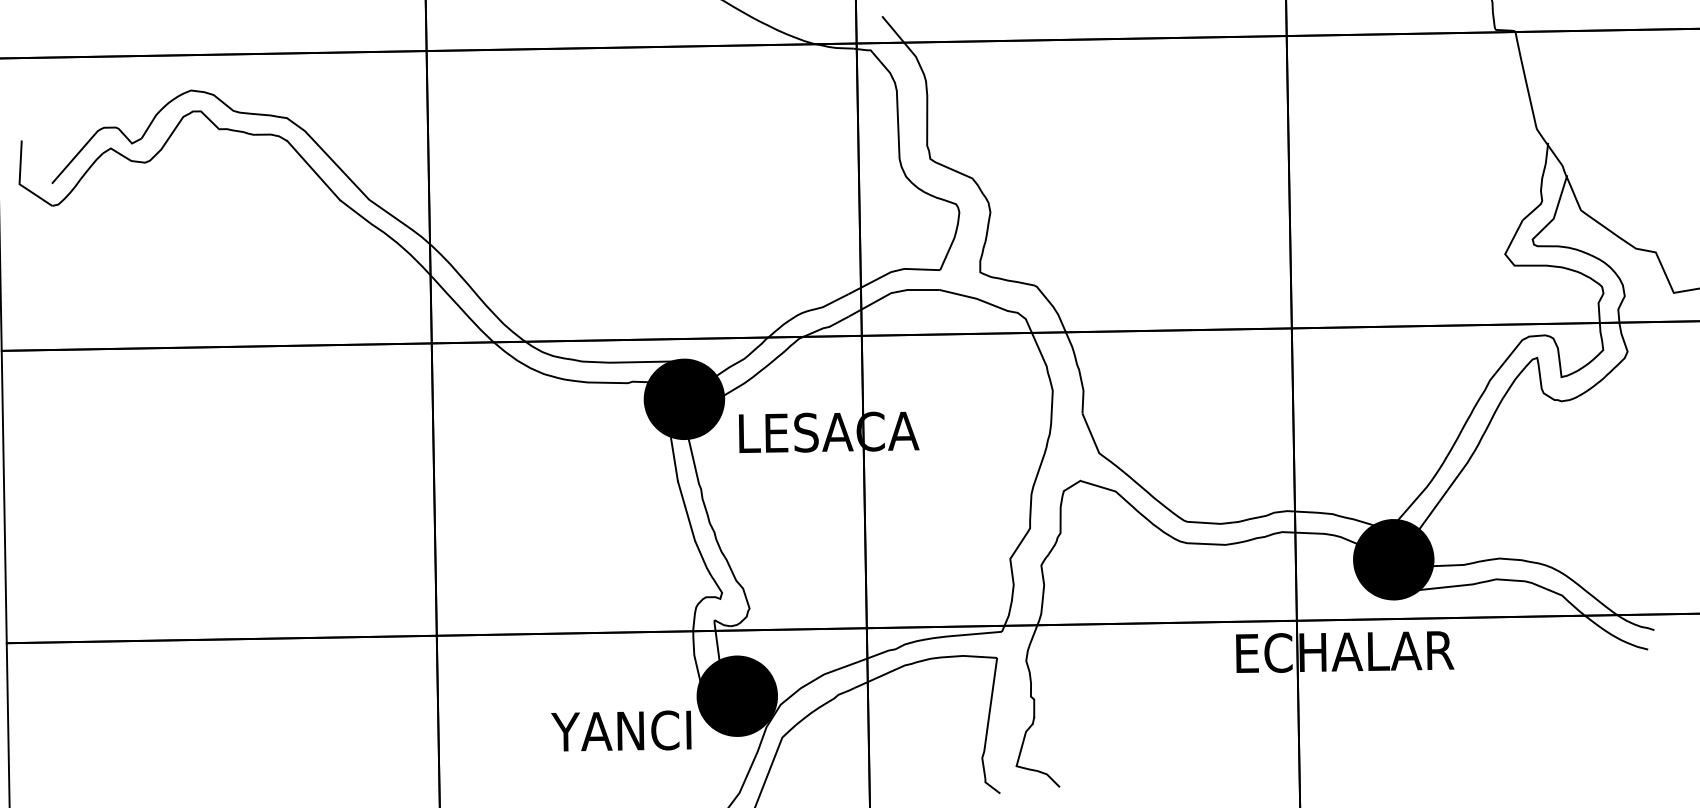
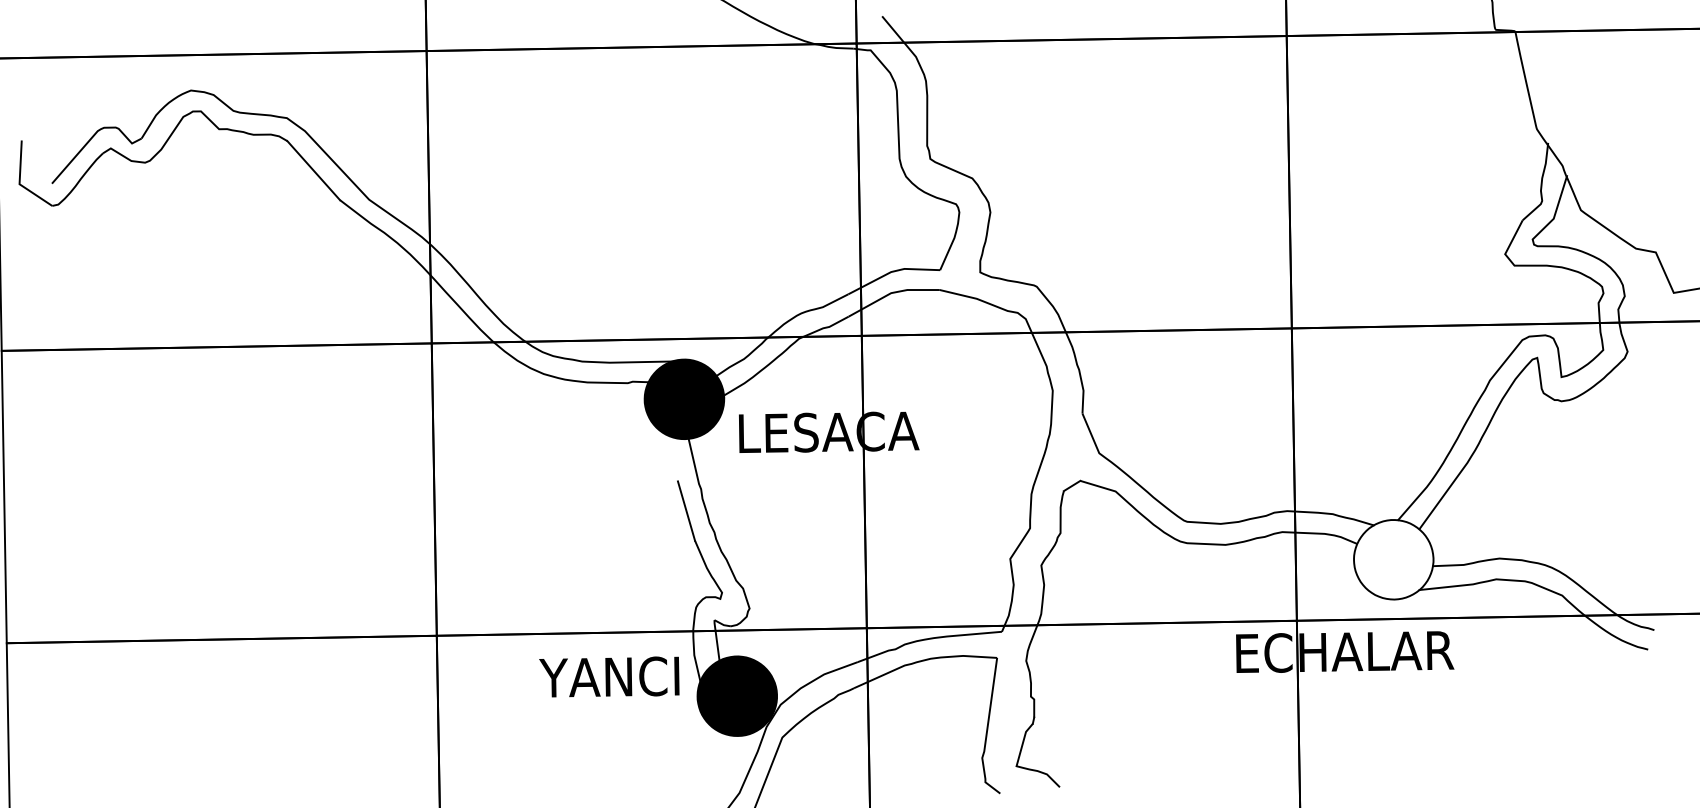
line at (673, 458): present -> none
fill at (1393, 559): present -> none
fill at (1393, 559): present -> none
text at (621, 730) position: (621, 730) -> (609, 676)
